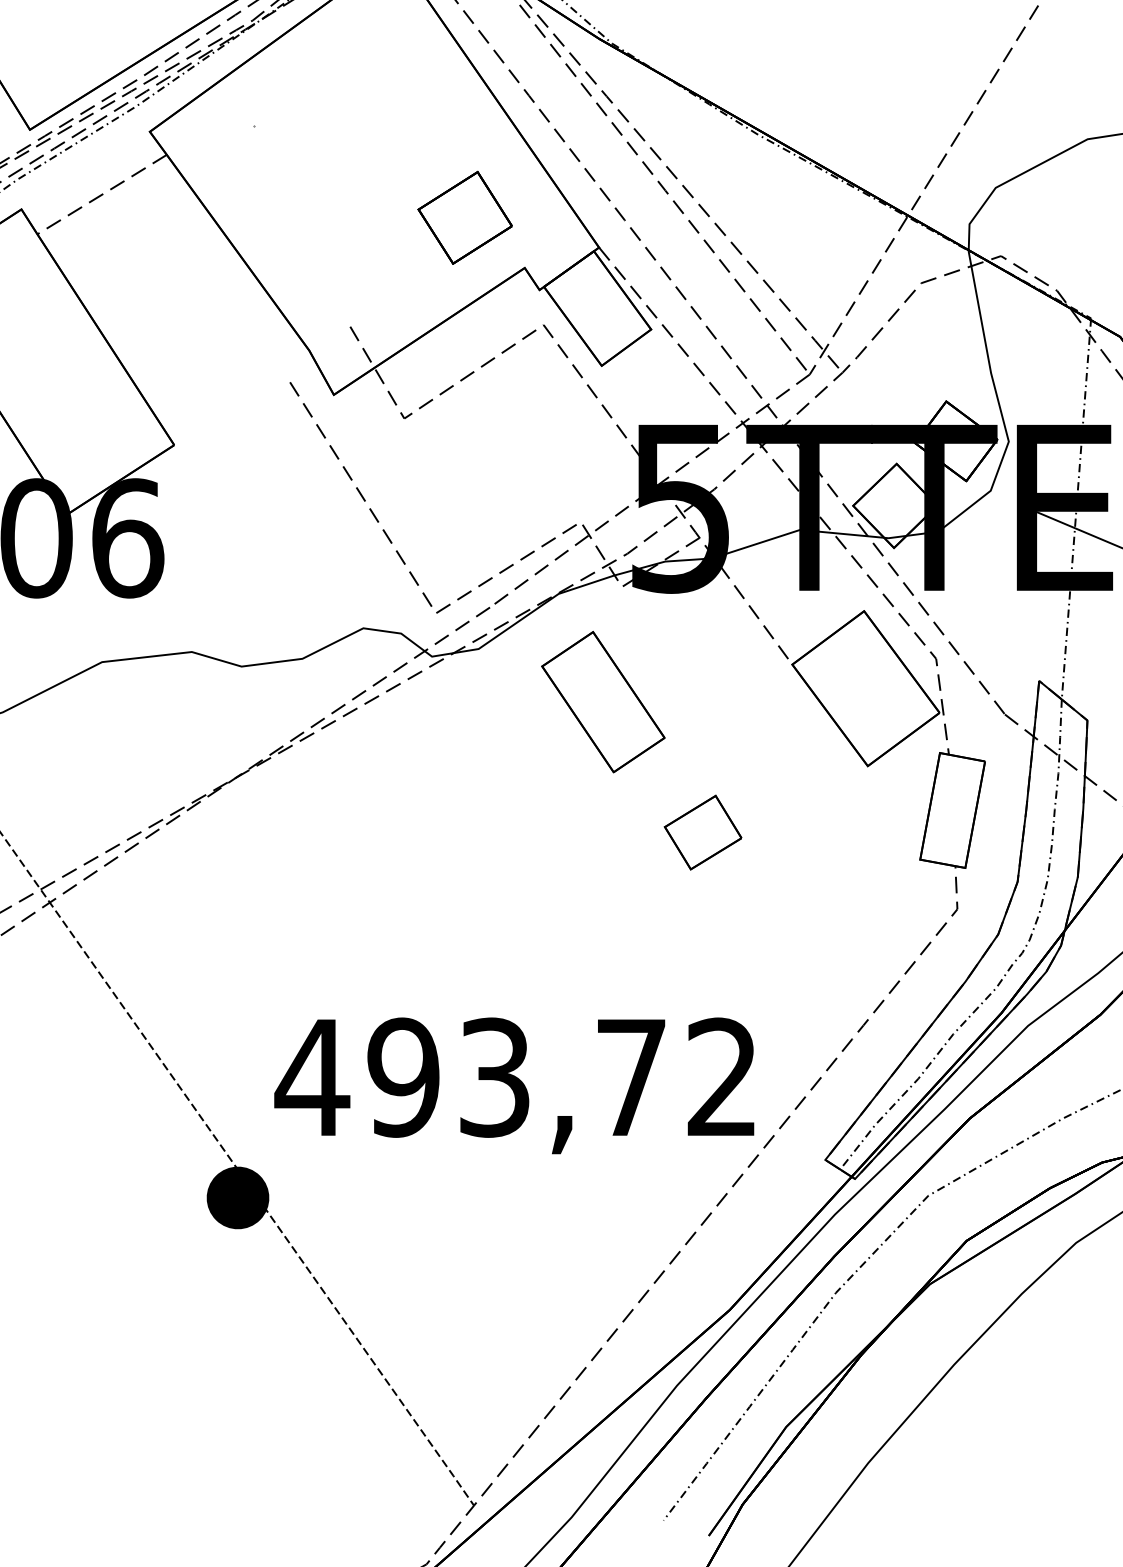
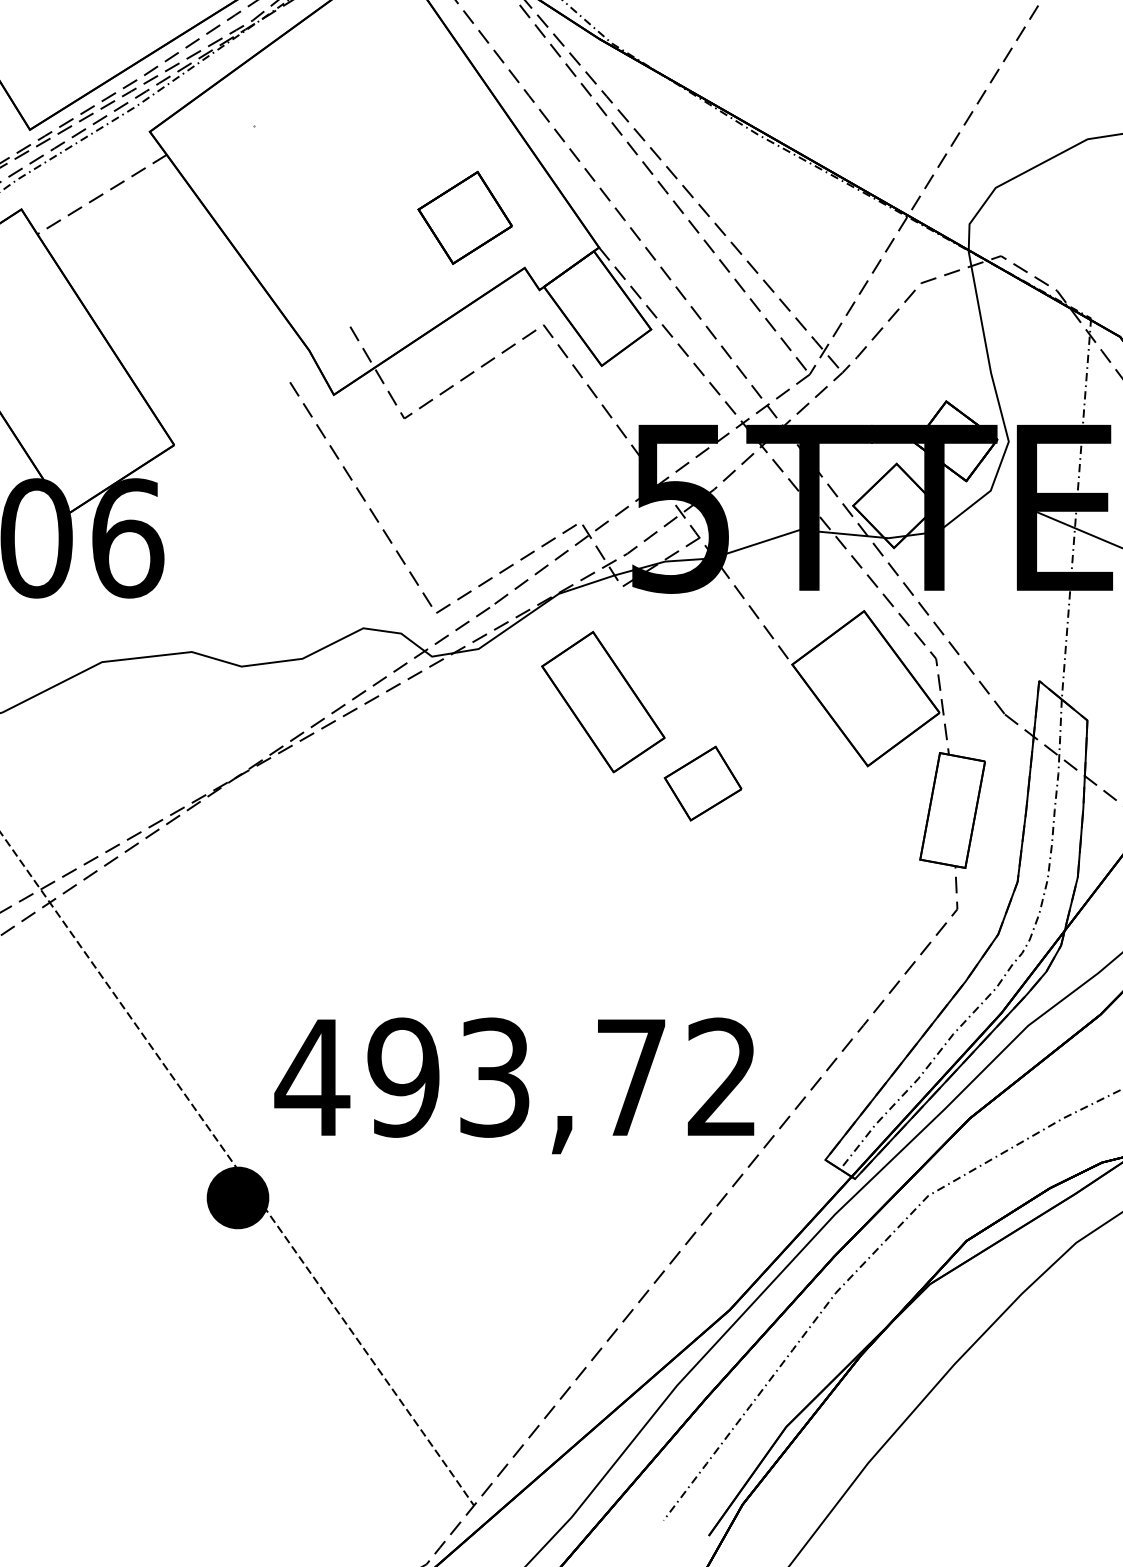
part at (702, 832) position: (702, 832) -> (702, 783)
